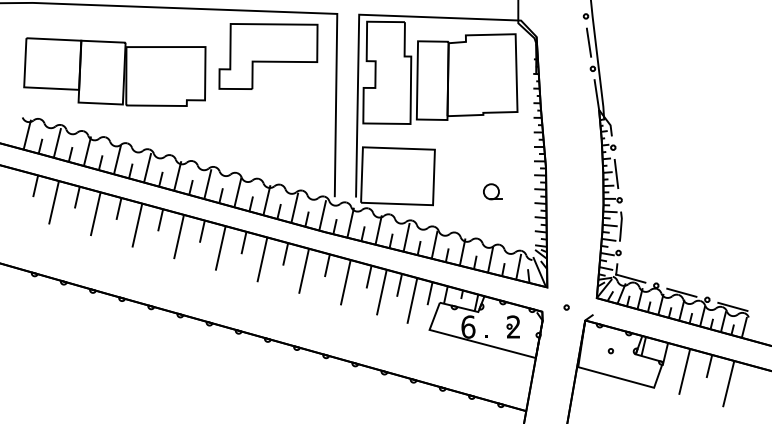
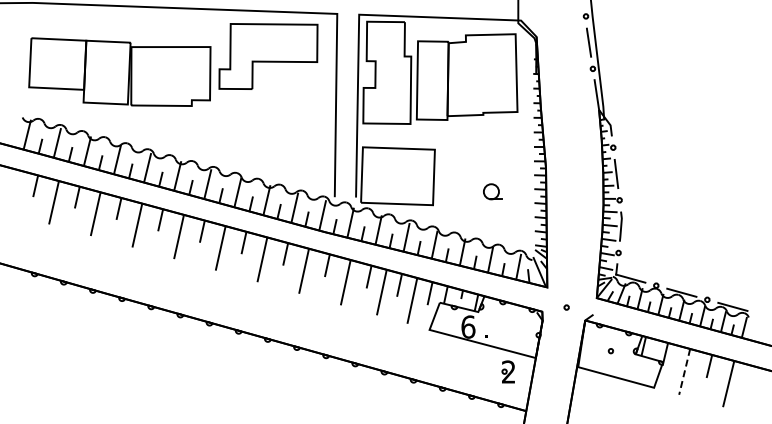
part at (114, 71) position: (114, 71) -> (119, 71)
part at (512, 326) position: (512, 326) -> (507, 371)
line at (684, 371): solid -> dashed
